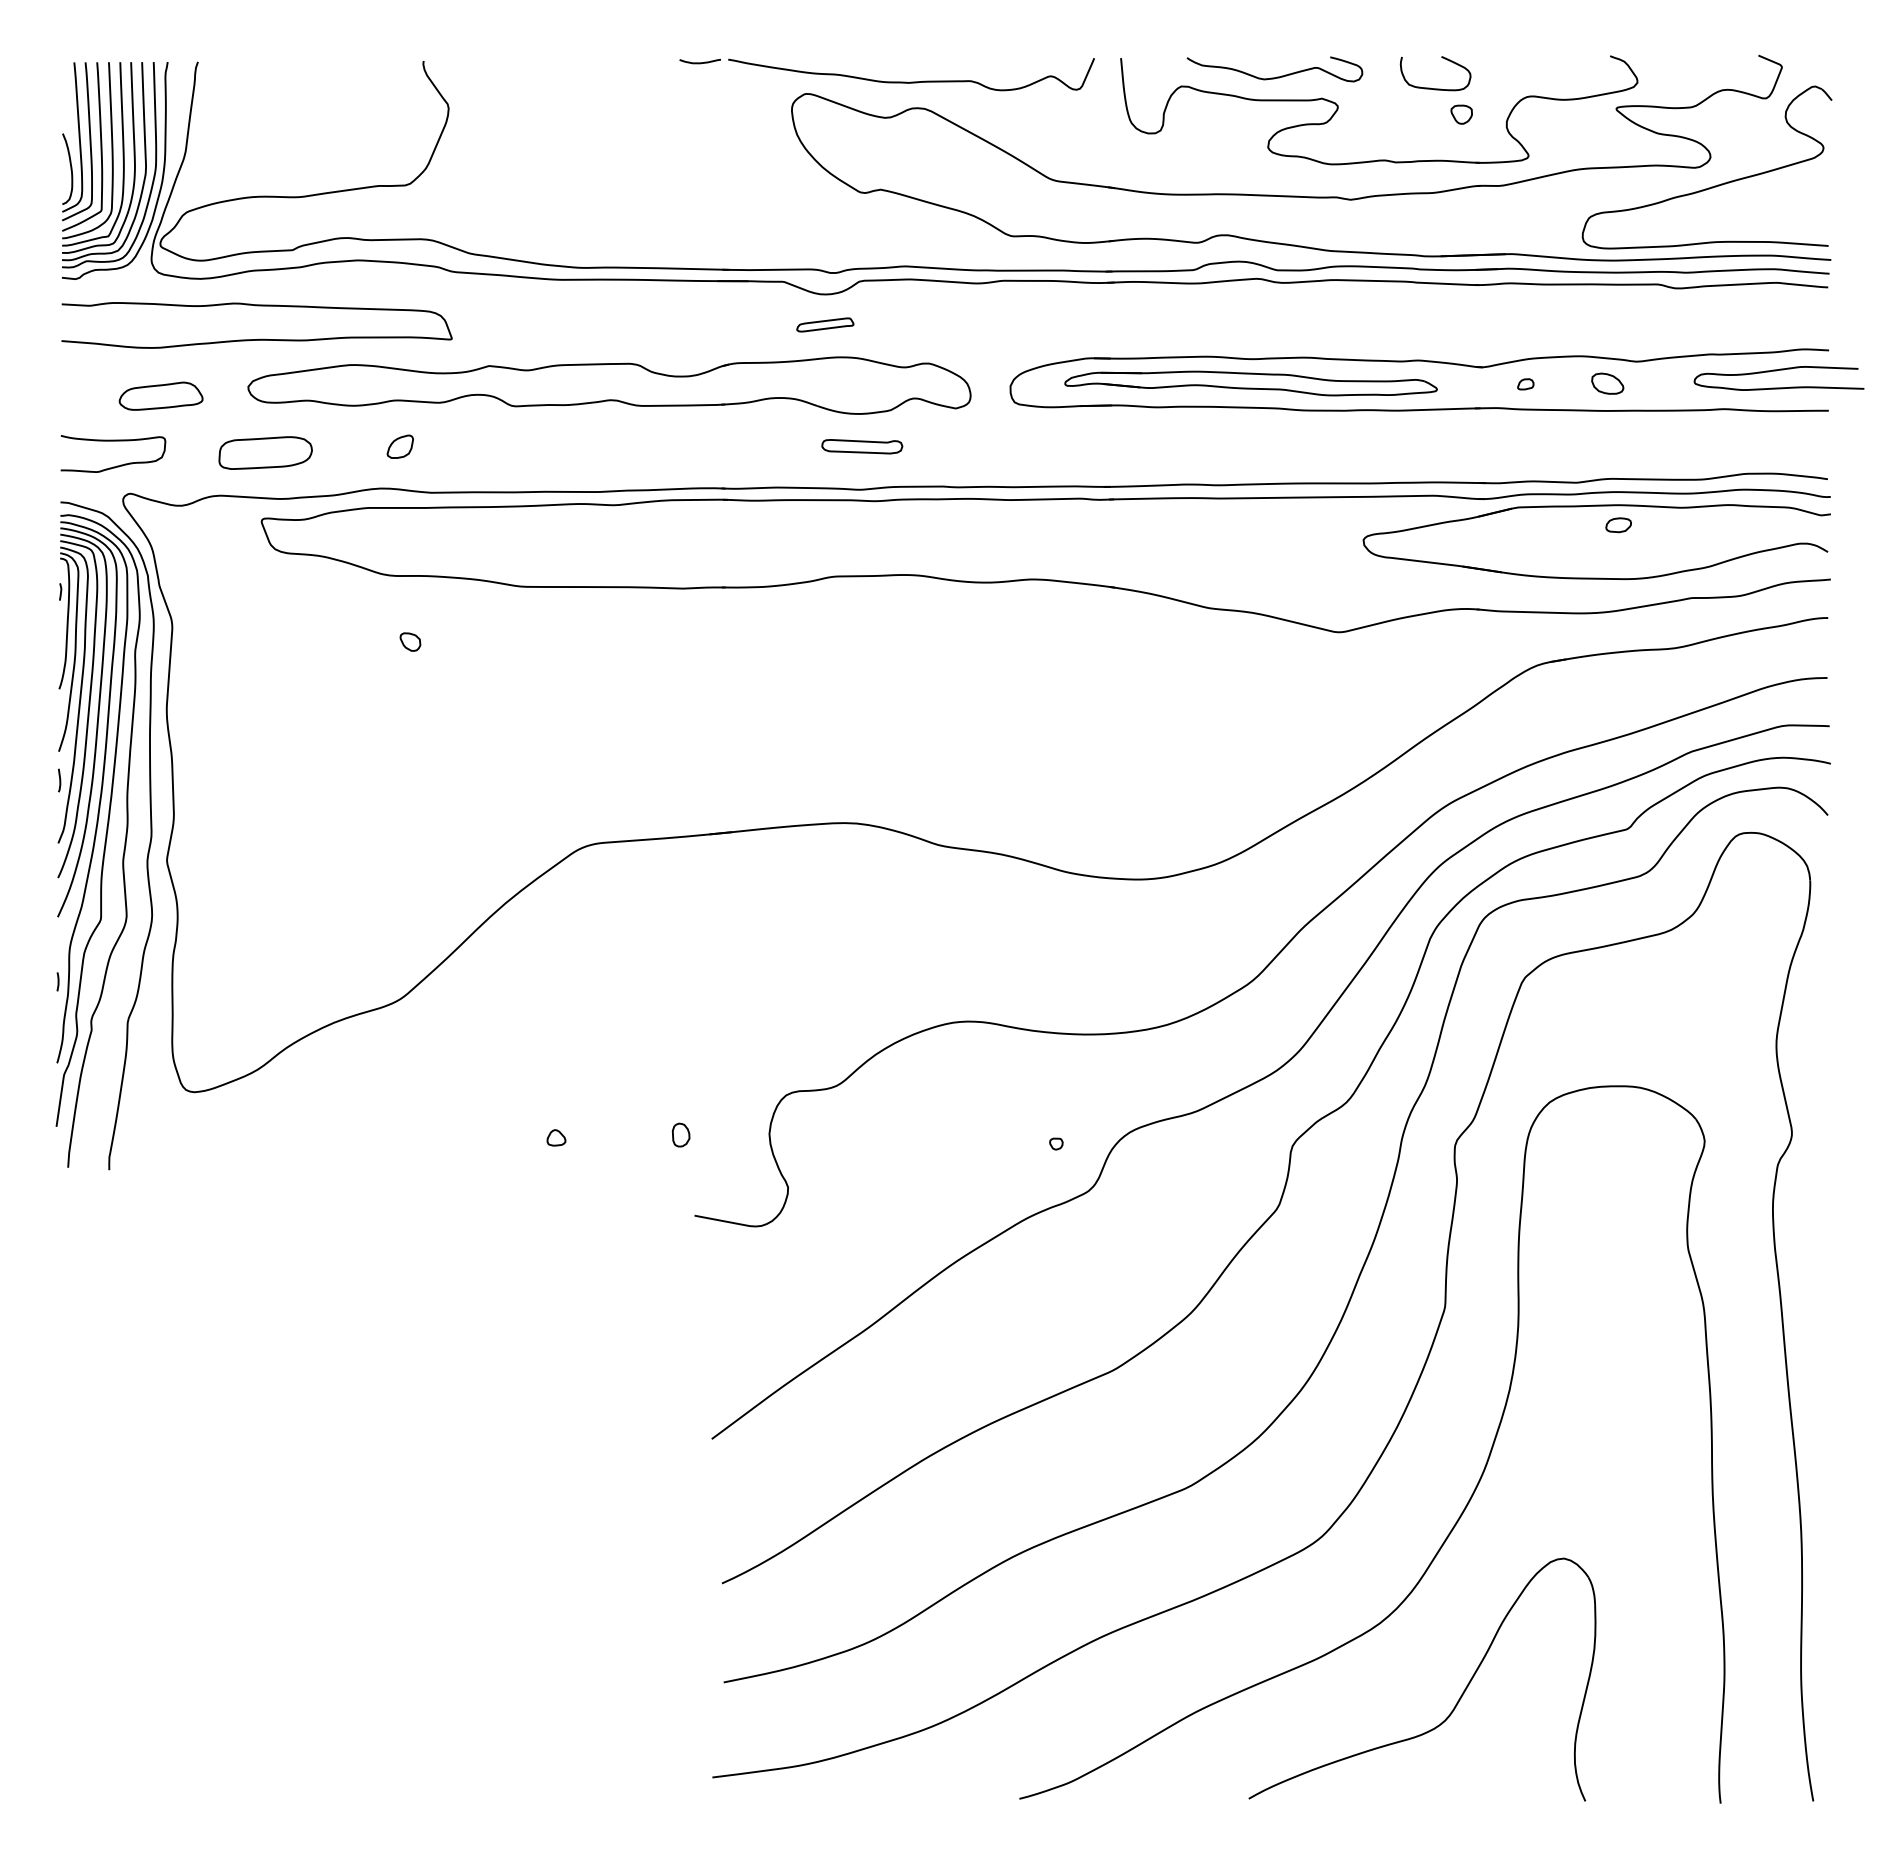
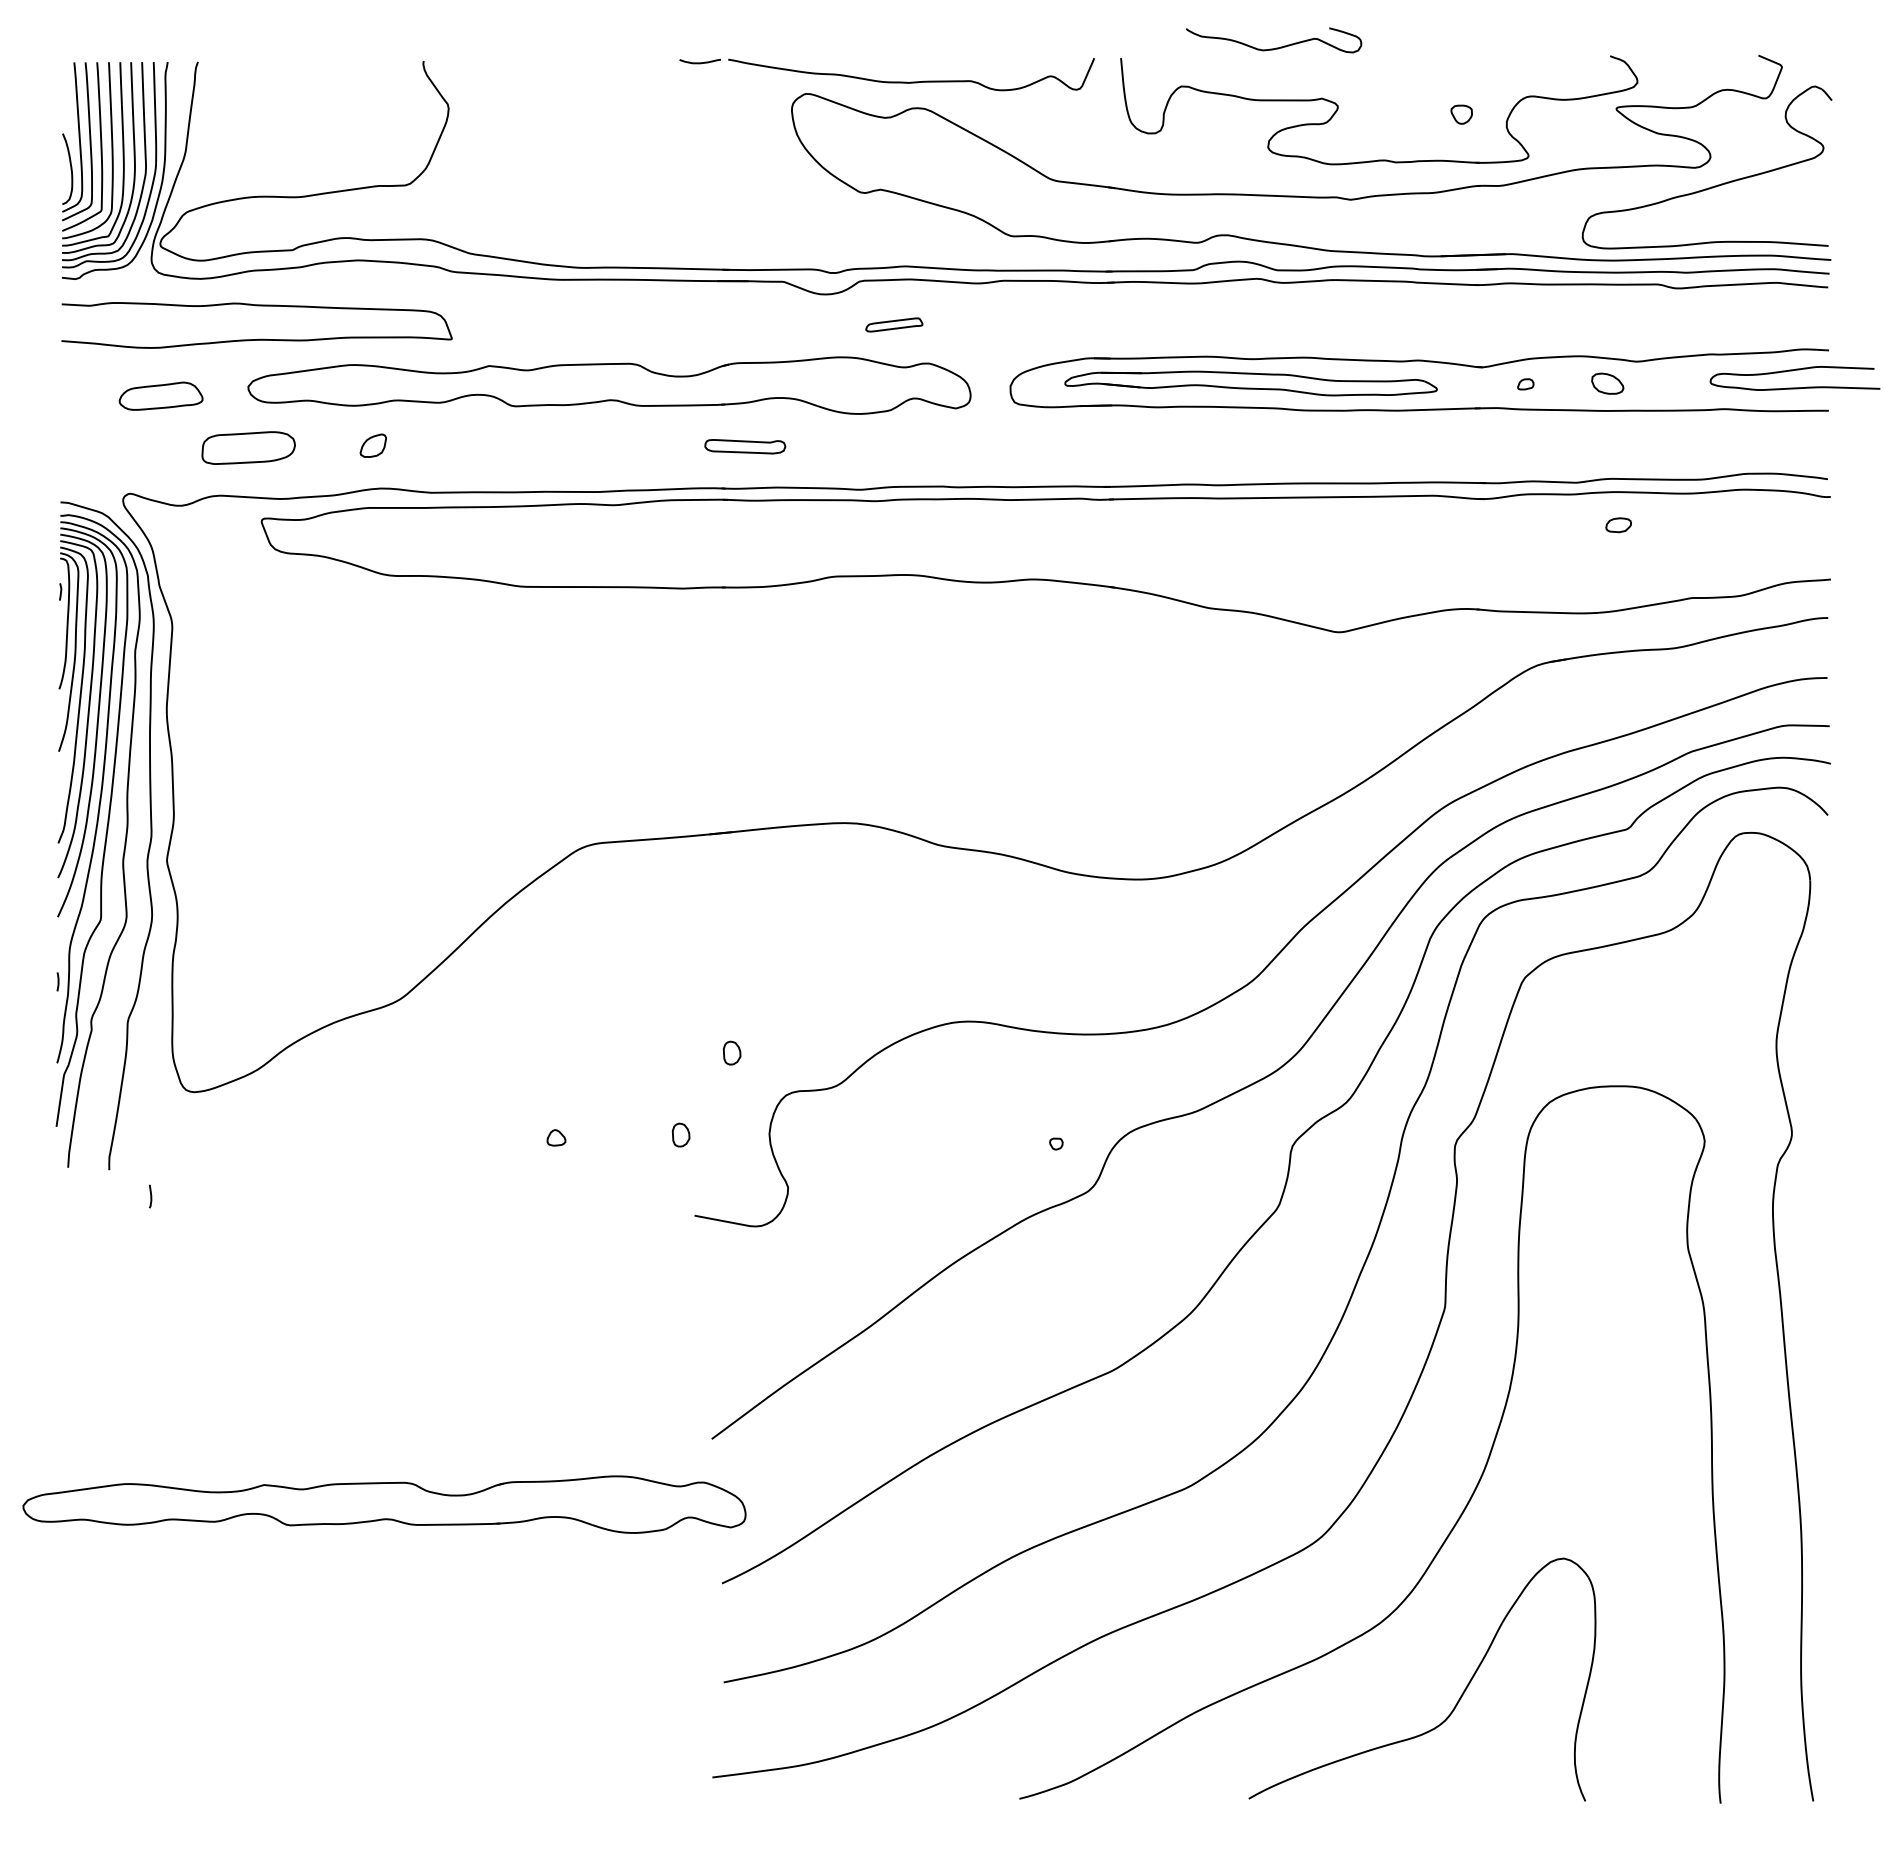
curve at (1277, 76) position: (1277, 76) -> (1276, 47)
curve at (1430, 87): present -> none
part at (825, 324) position: (825, 324) -> (894, 324)
curve at (1776, 371) position: (1776, 371) -> (1792, 371)
curve at (113, 441): present -> none
part at (399, 446) position: (399, 446) -> (372, 445)
part at (862, 446) position: (862, 446) -> (745, 446)
part at (265, 452) position: (265, 452) -> (248, 447)
part at (1596, 506): present -> none
part at (410, 641): present -> none
line at (59, 780) position: (59, 780) -> (150, 1196)
part at (731, 1052): none -> present
part at (384, 1504): none -> present
